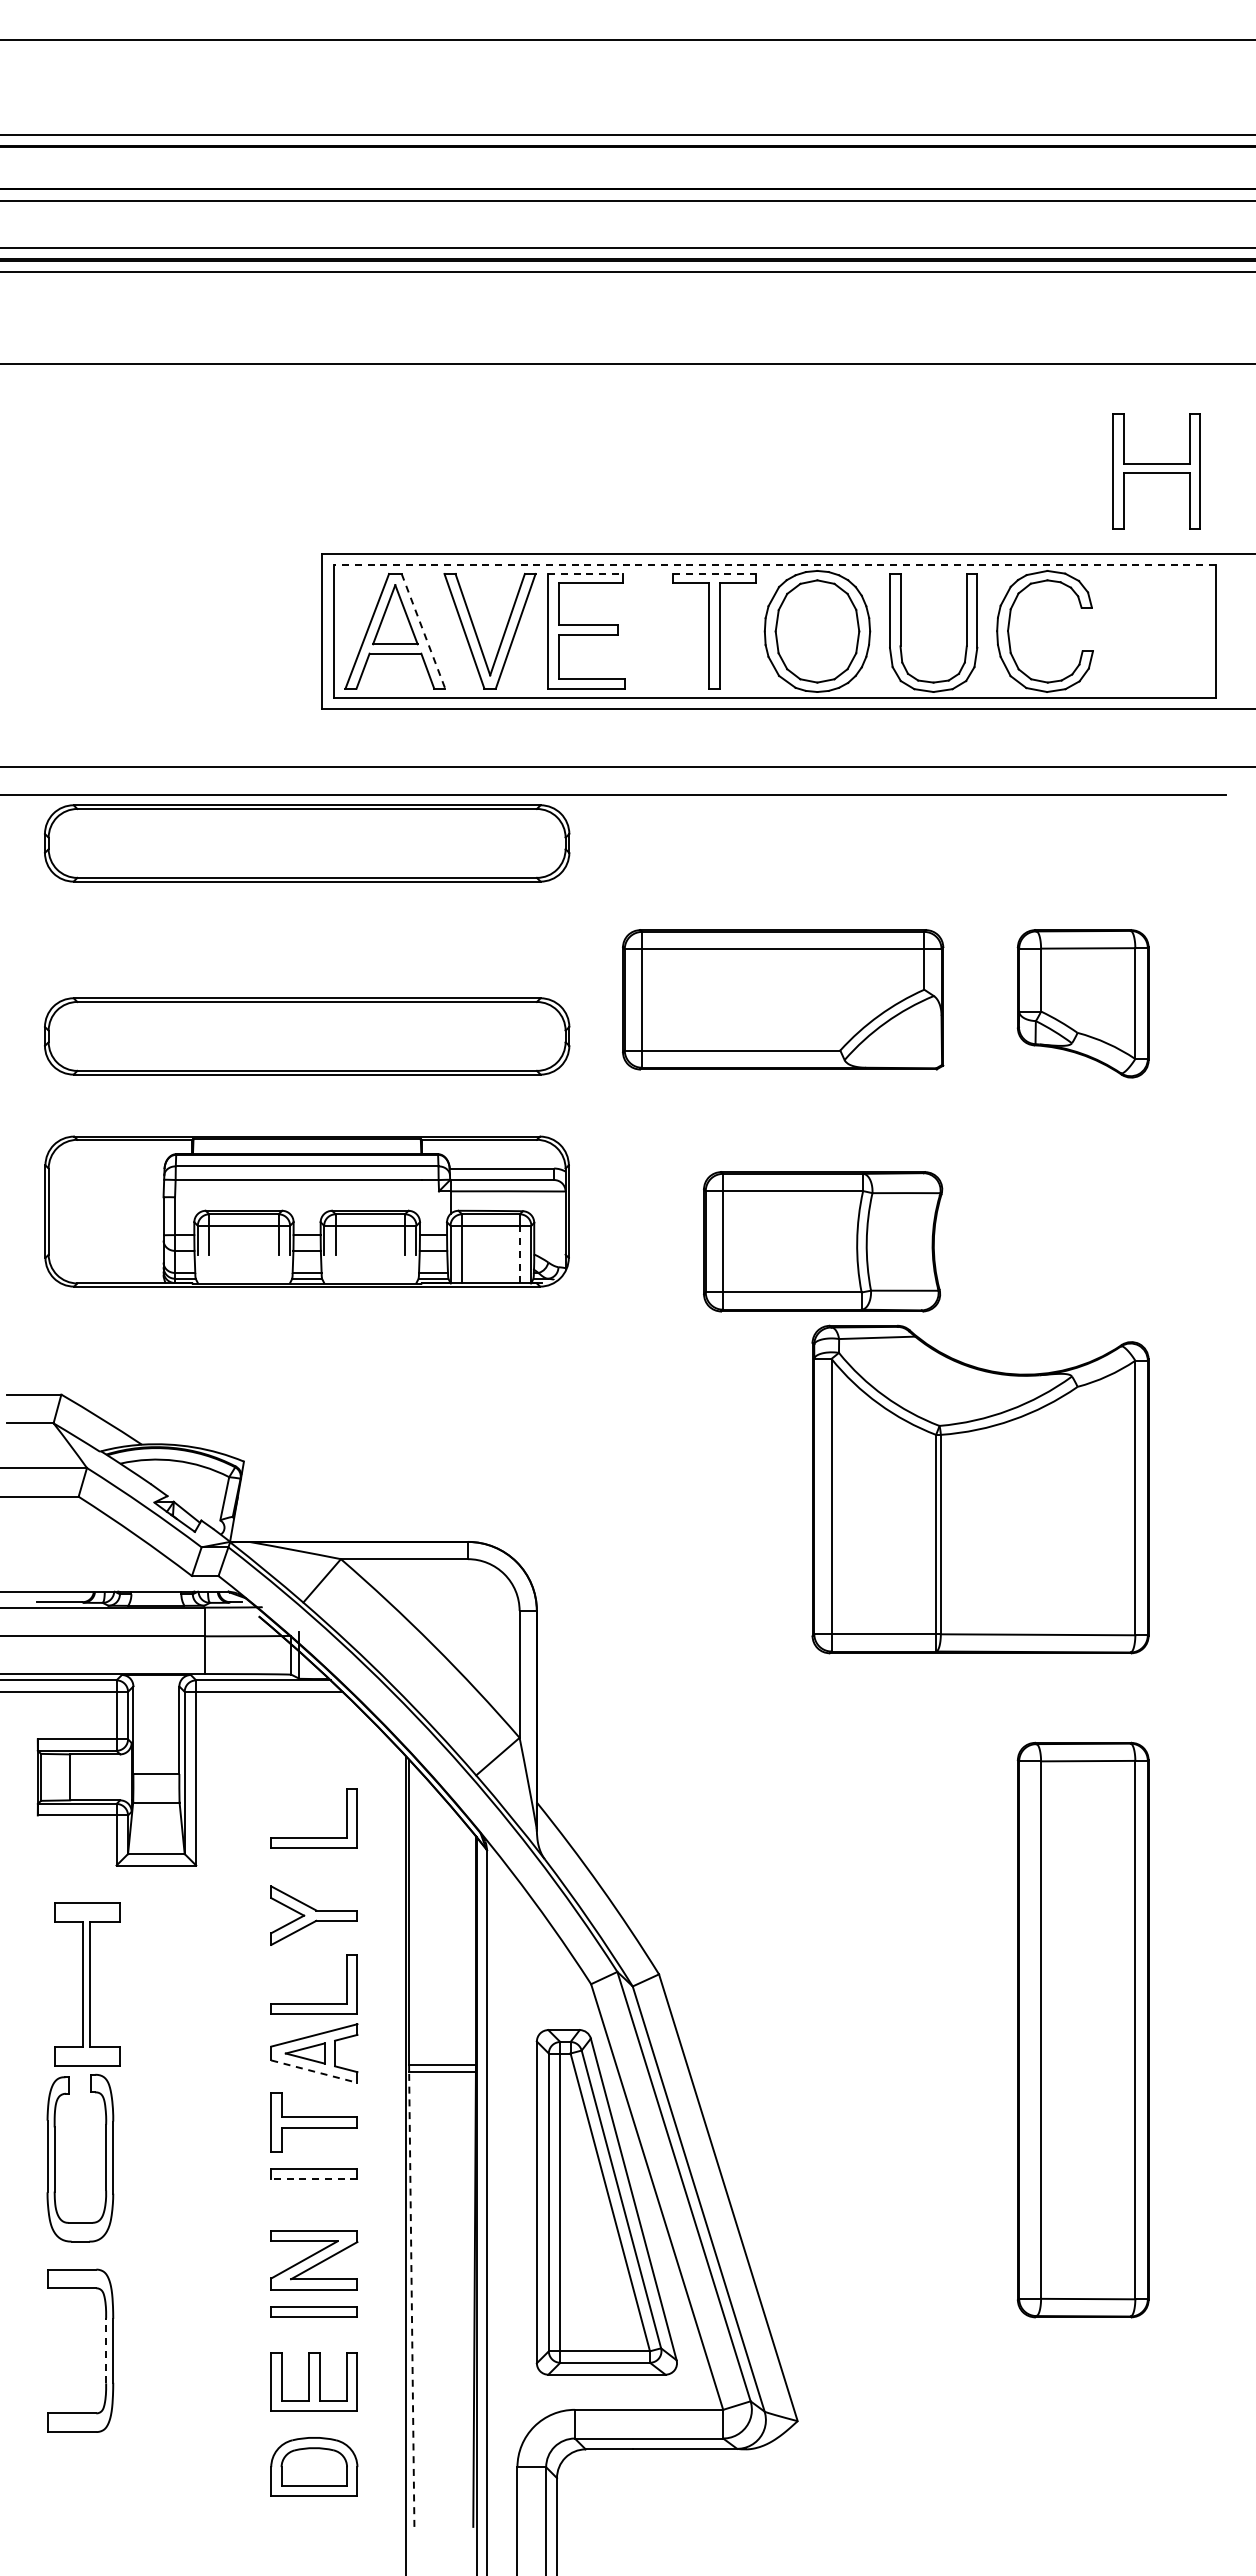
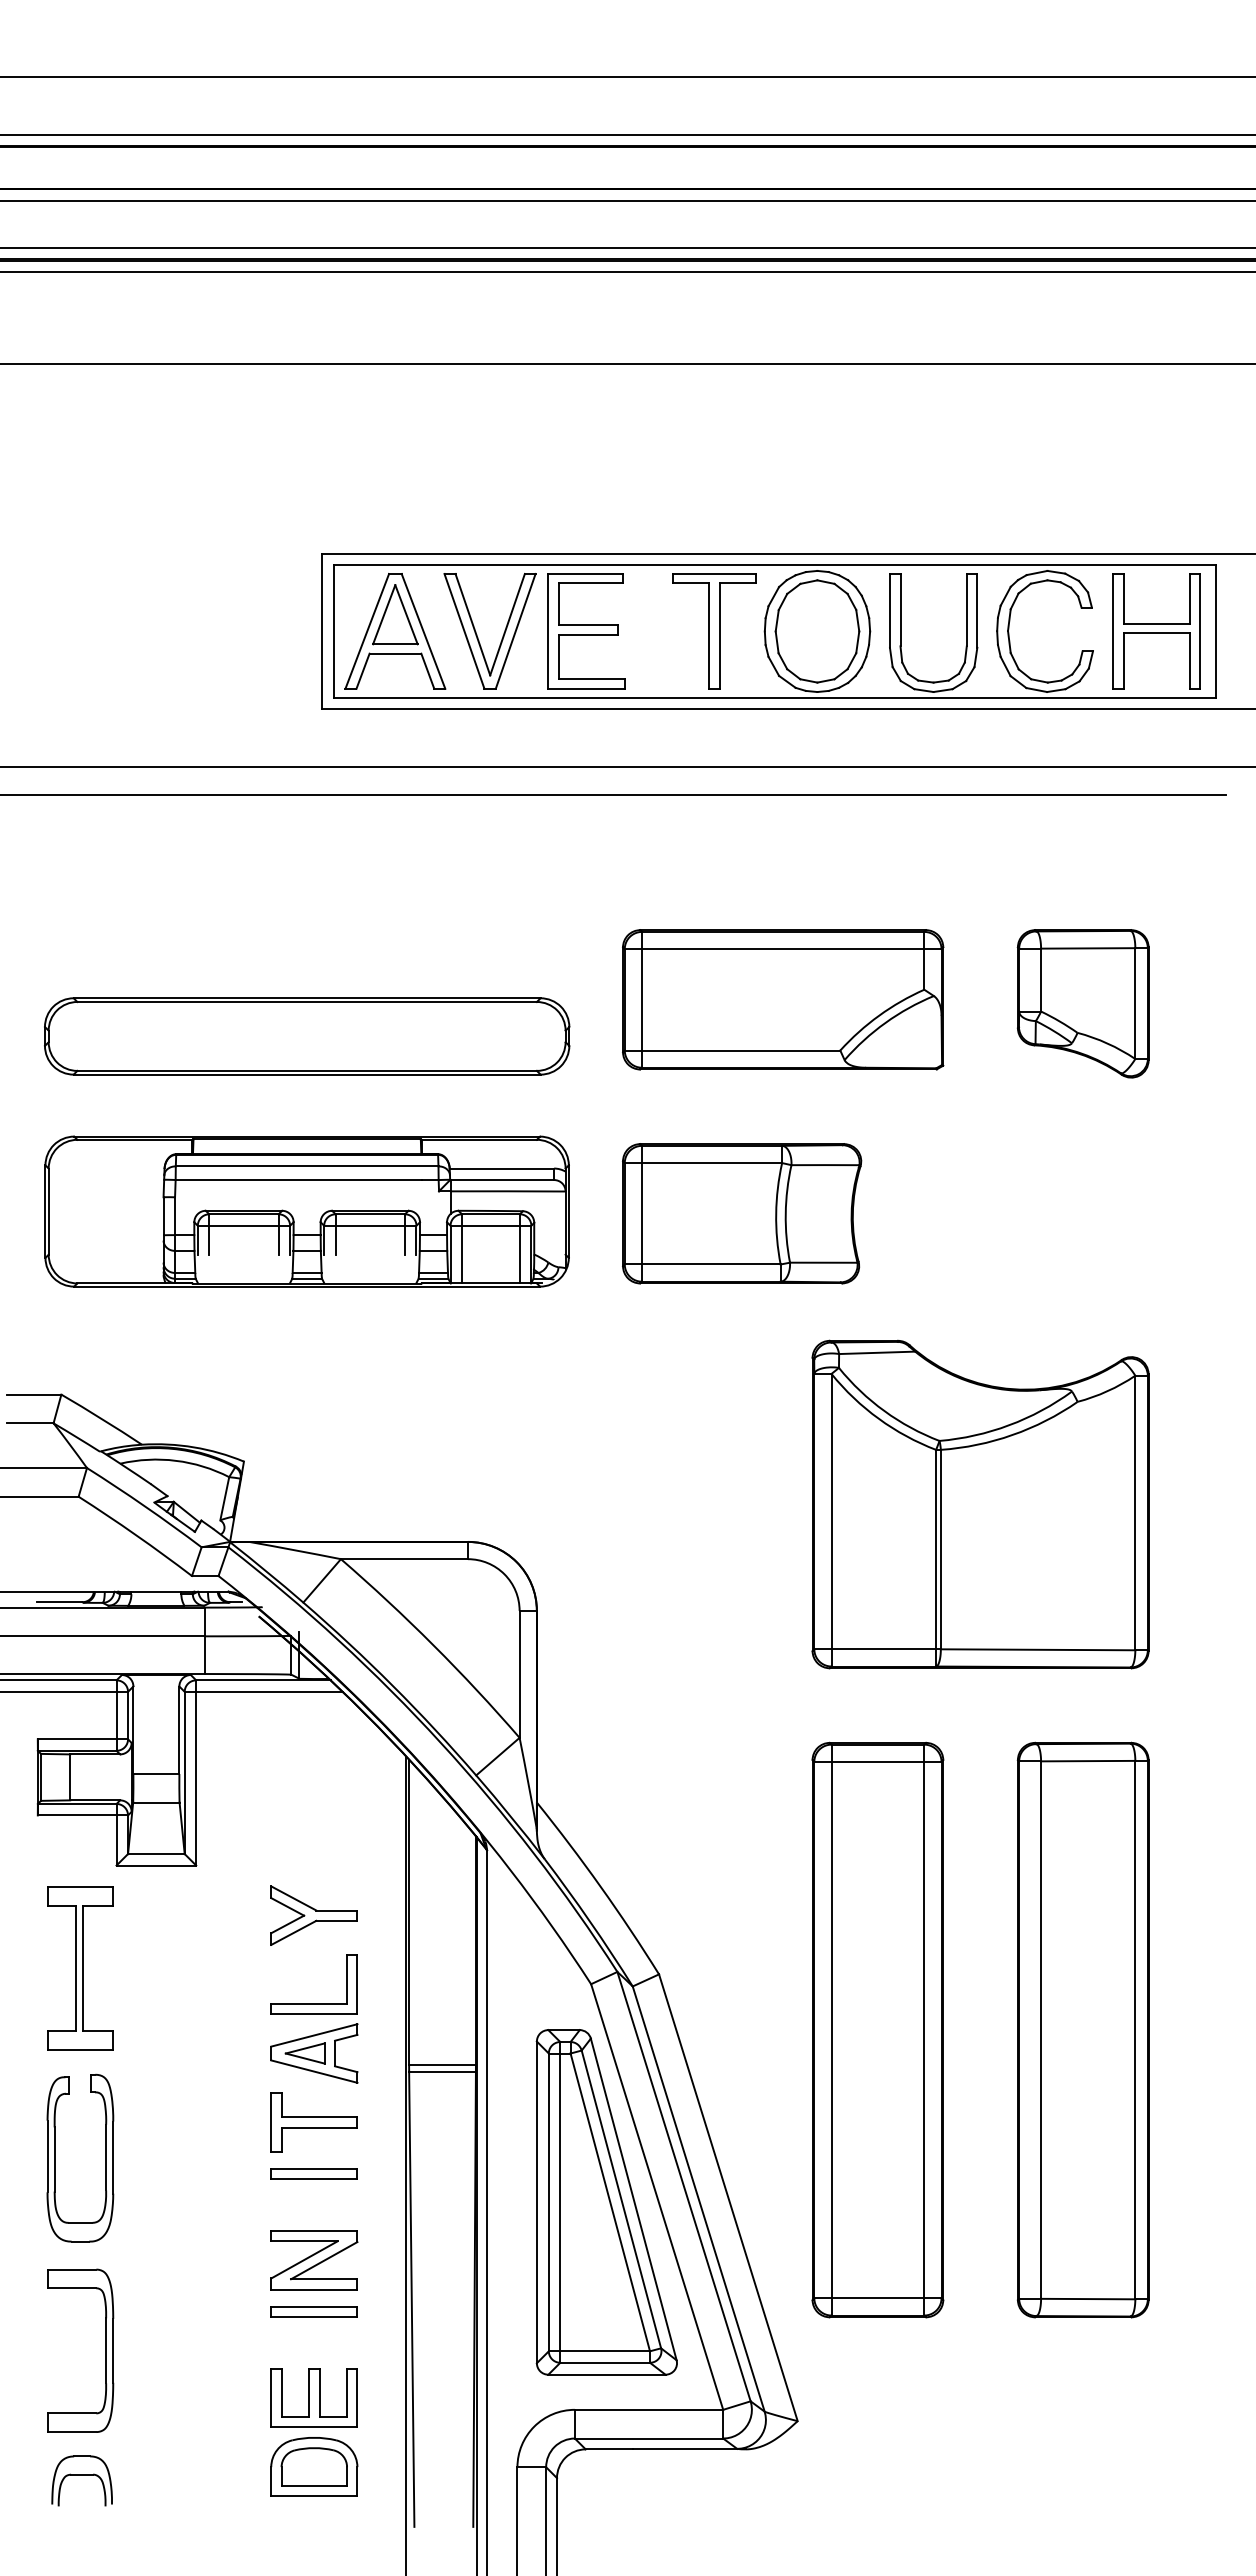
line at (627, 40) position: (627, 40) -> (627, 77)
part at (1156, 471) position: (1156, 471) -> (1156, 631)
line at (774, 565): dashed -> solid
line at (585, 573): dashed -> solid
line at (715, 573): dashed -> solid
line at (423, 631): dashed -> solid
part at (307, 843): present -> none
part at (823, 1241) position: (823, 1241) -> (742, 1213)
line at (519, 1254): dashed -> solid
part at (980, 1489) position: (980, 1489) -> (980, 1504)
part at (313, 1837): present -> none
part at (87, 1984) position: (87, 1984) -> (80, 1968)
part at (877, 2029): none -> present
line at (314, 2071): dashed -> solid
line at (313, 2179): dashed -> solid
line at (411, 2299): dashed -> solid
line at (106, 2350): dashed -> solid
part at (313, 2381) position: (313, 2381) -> (313, 2397)
part at (81, 2480): none -> present
